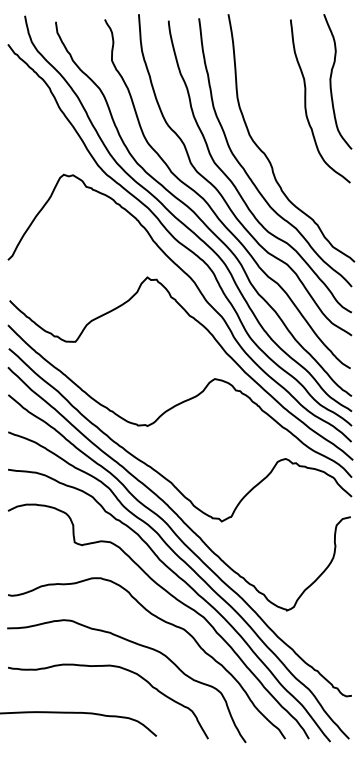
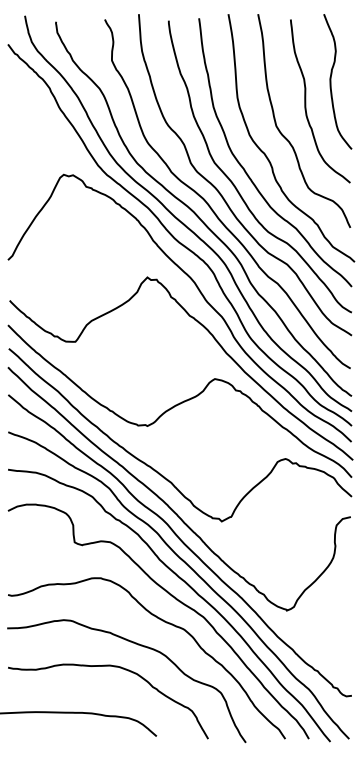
curve at (286, 137): none -> present
